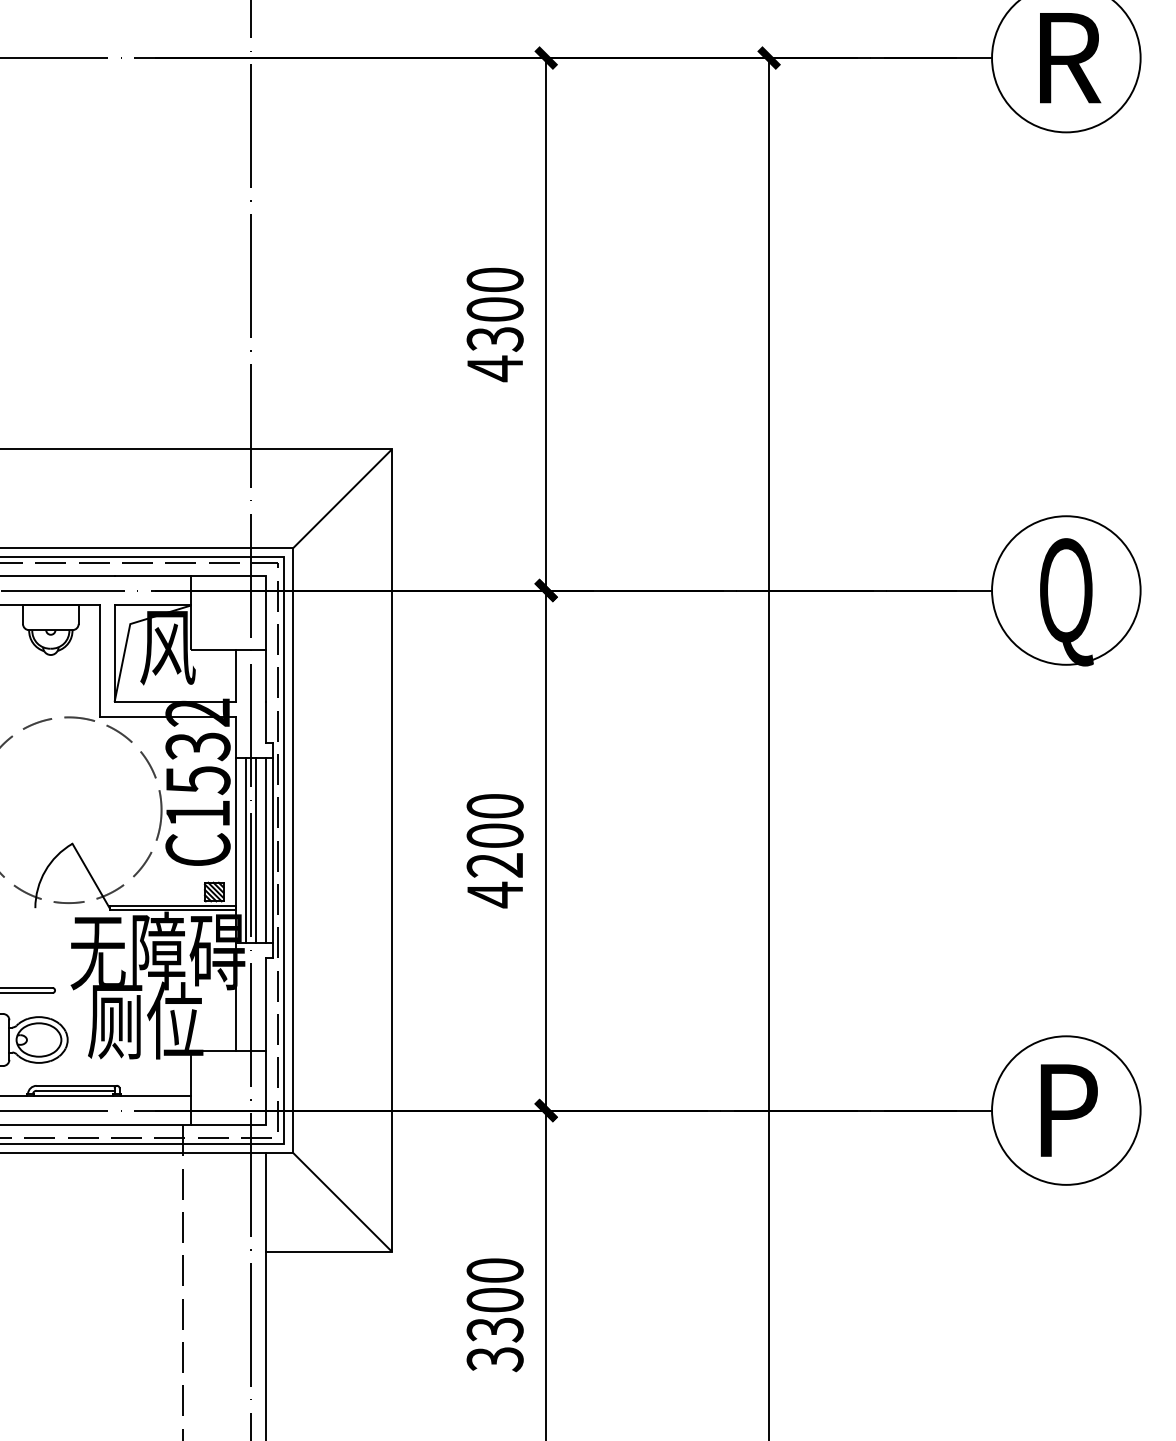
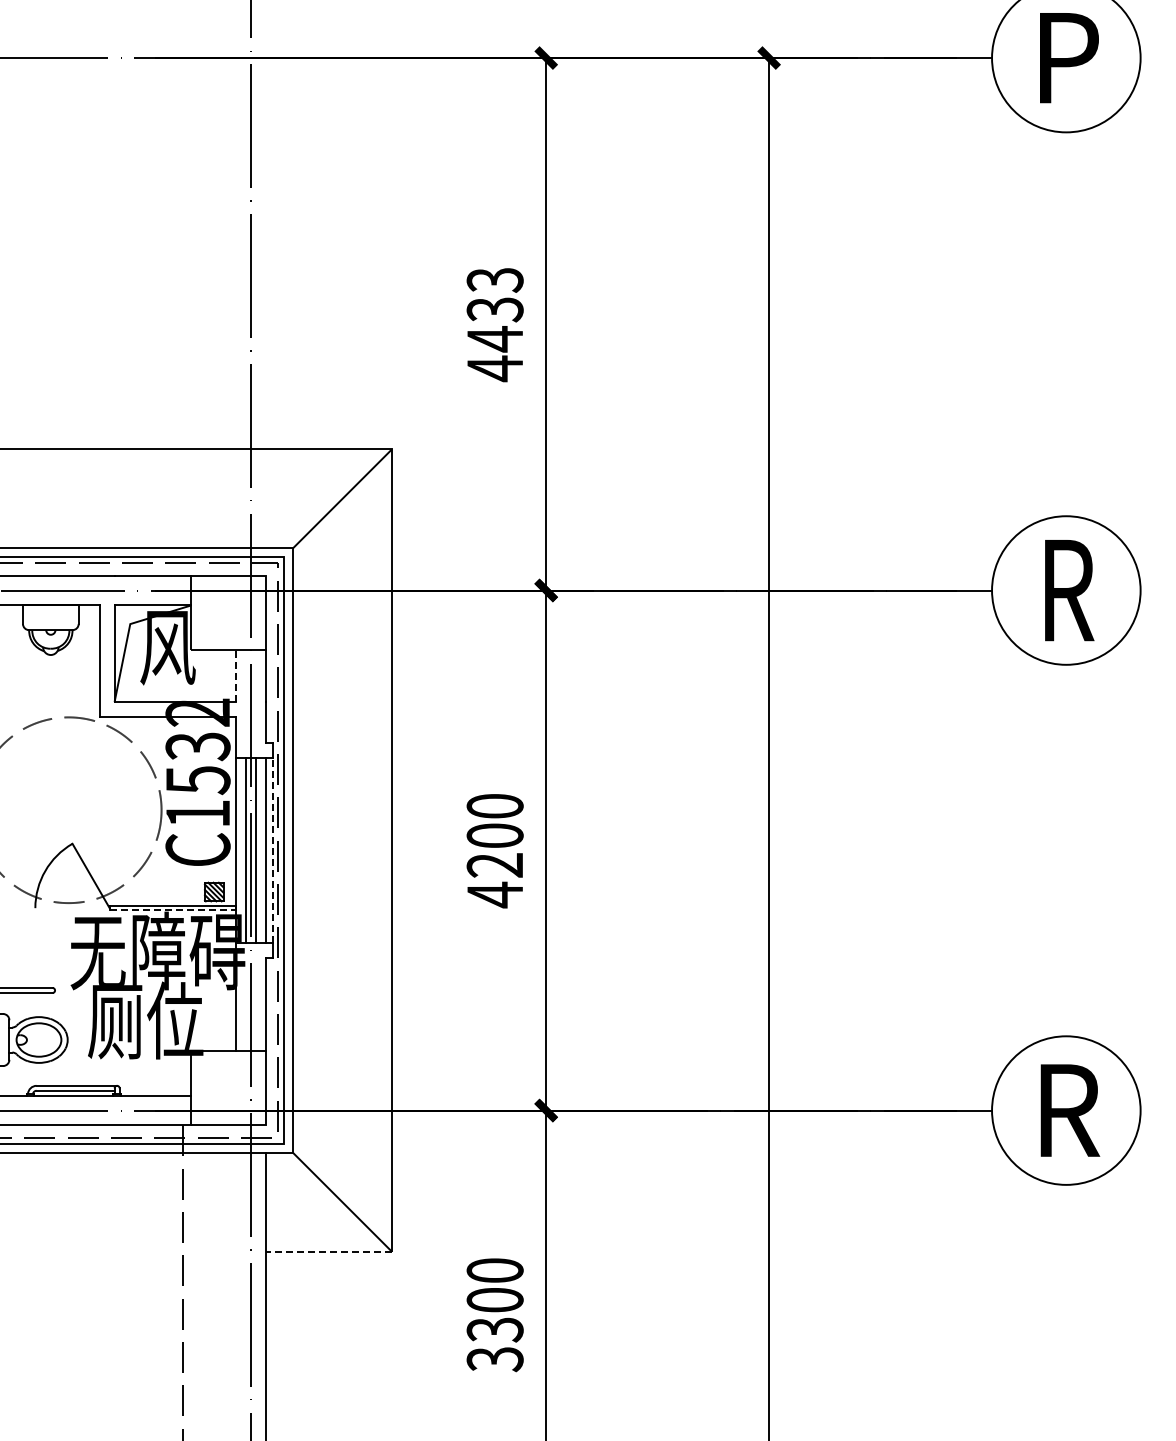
text at (1076, 58): R -> P
text at (494, 309): 4300 -> 4433
text at (1067, 602): Q -> R
line at (235, 675): solid -> dashed
line at (273, 850): solid -> dashed
line at (173, 910): solid -> dashed
text at (1075, 1110): P -> R
line at (328, 1251): solid -> dashed
